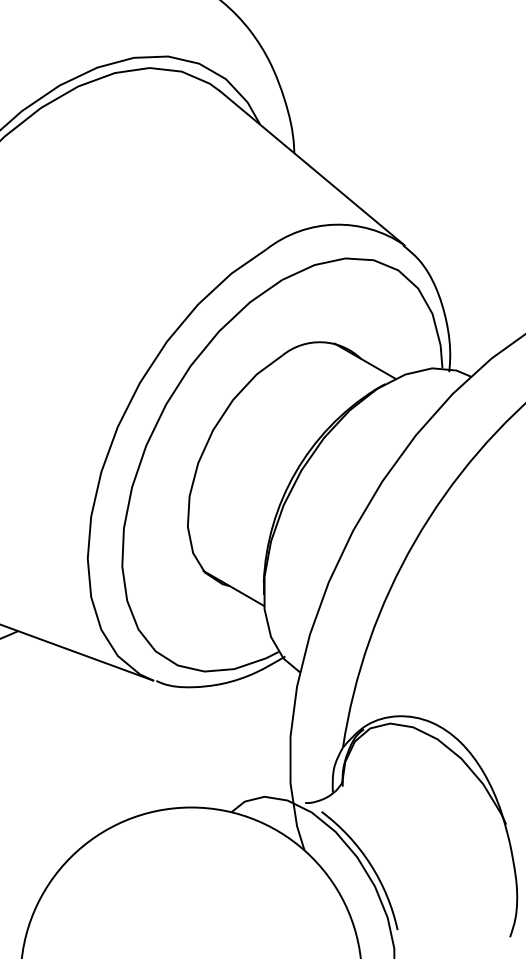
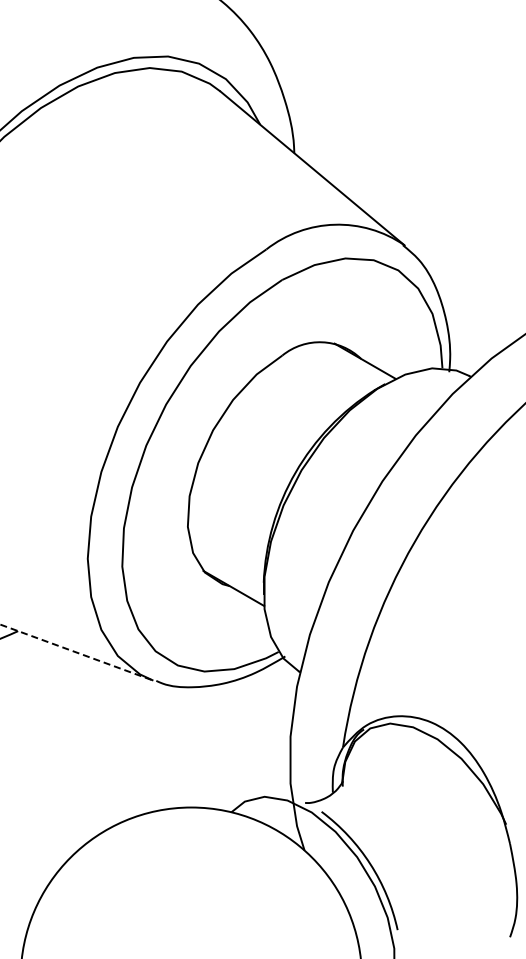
line at (77, 652): solid -> dashed
